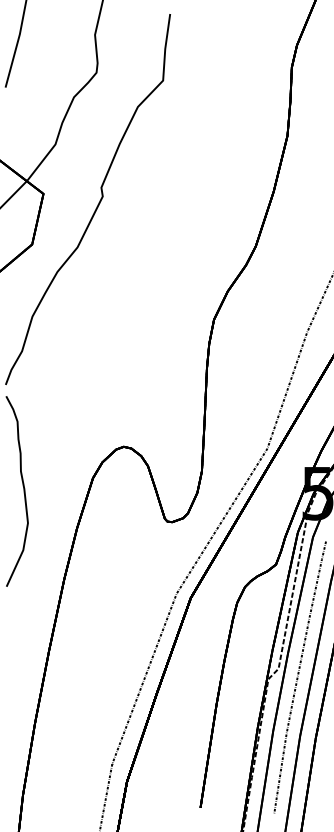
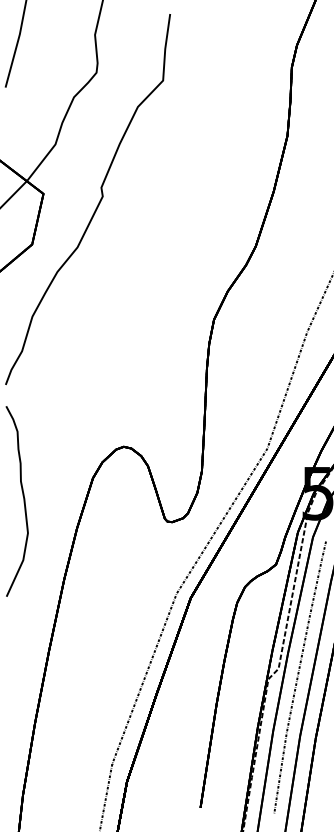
curve at (23, 491) position: (23, 491) -> (23, 501)
